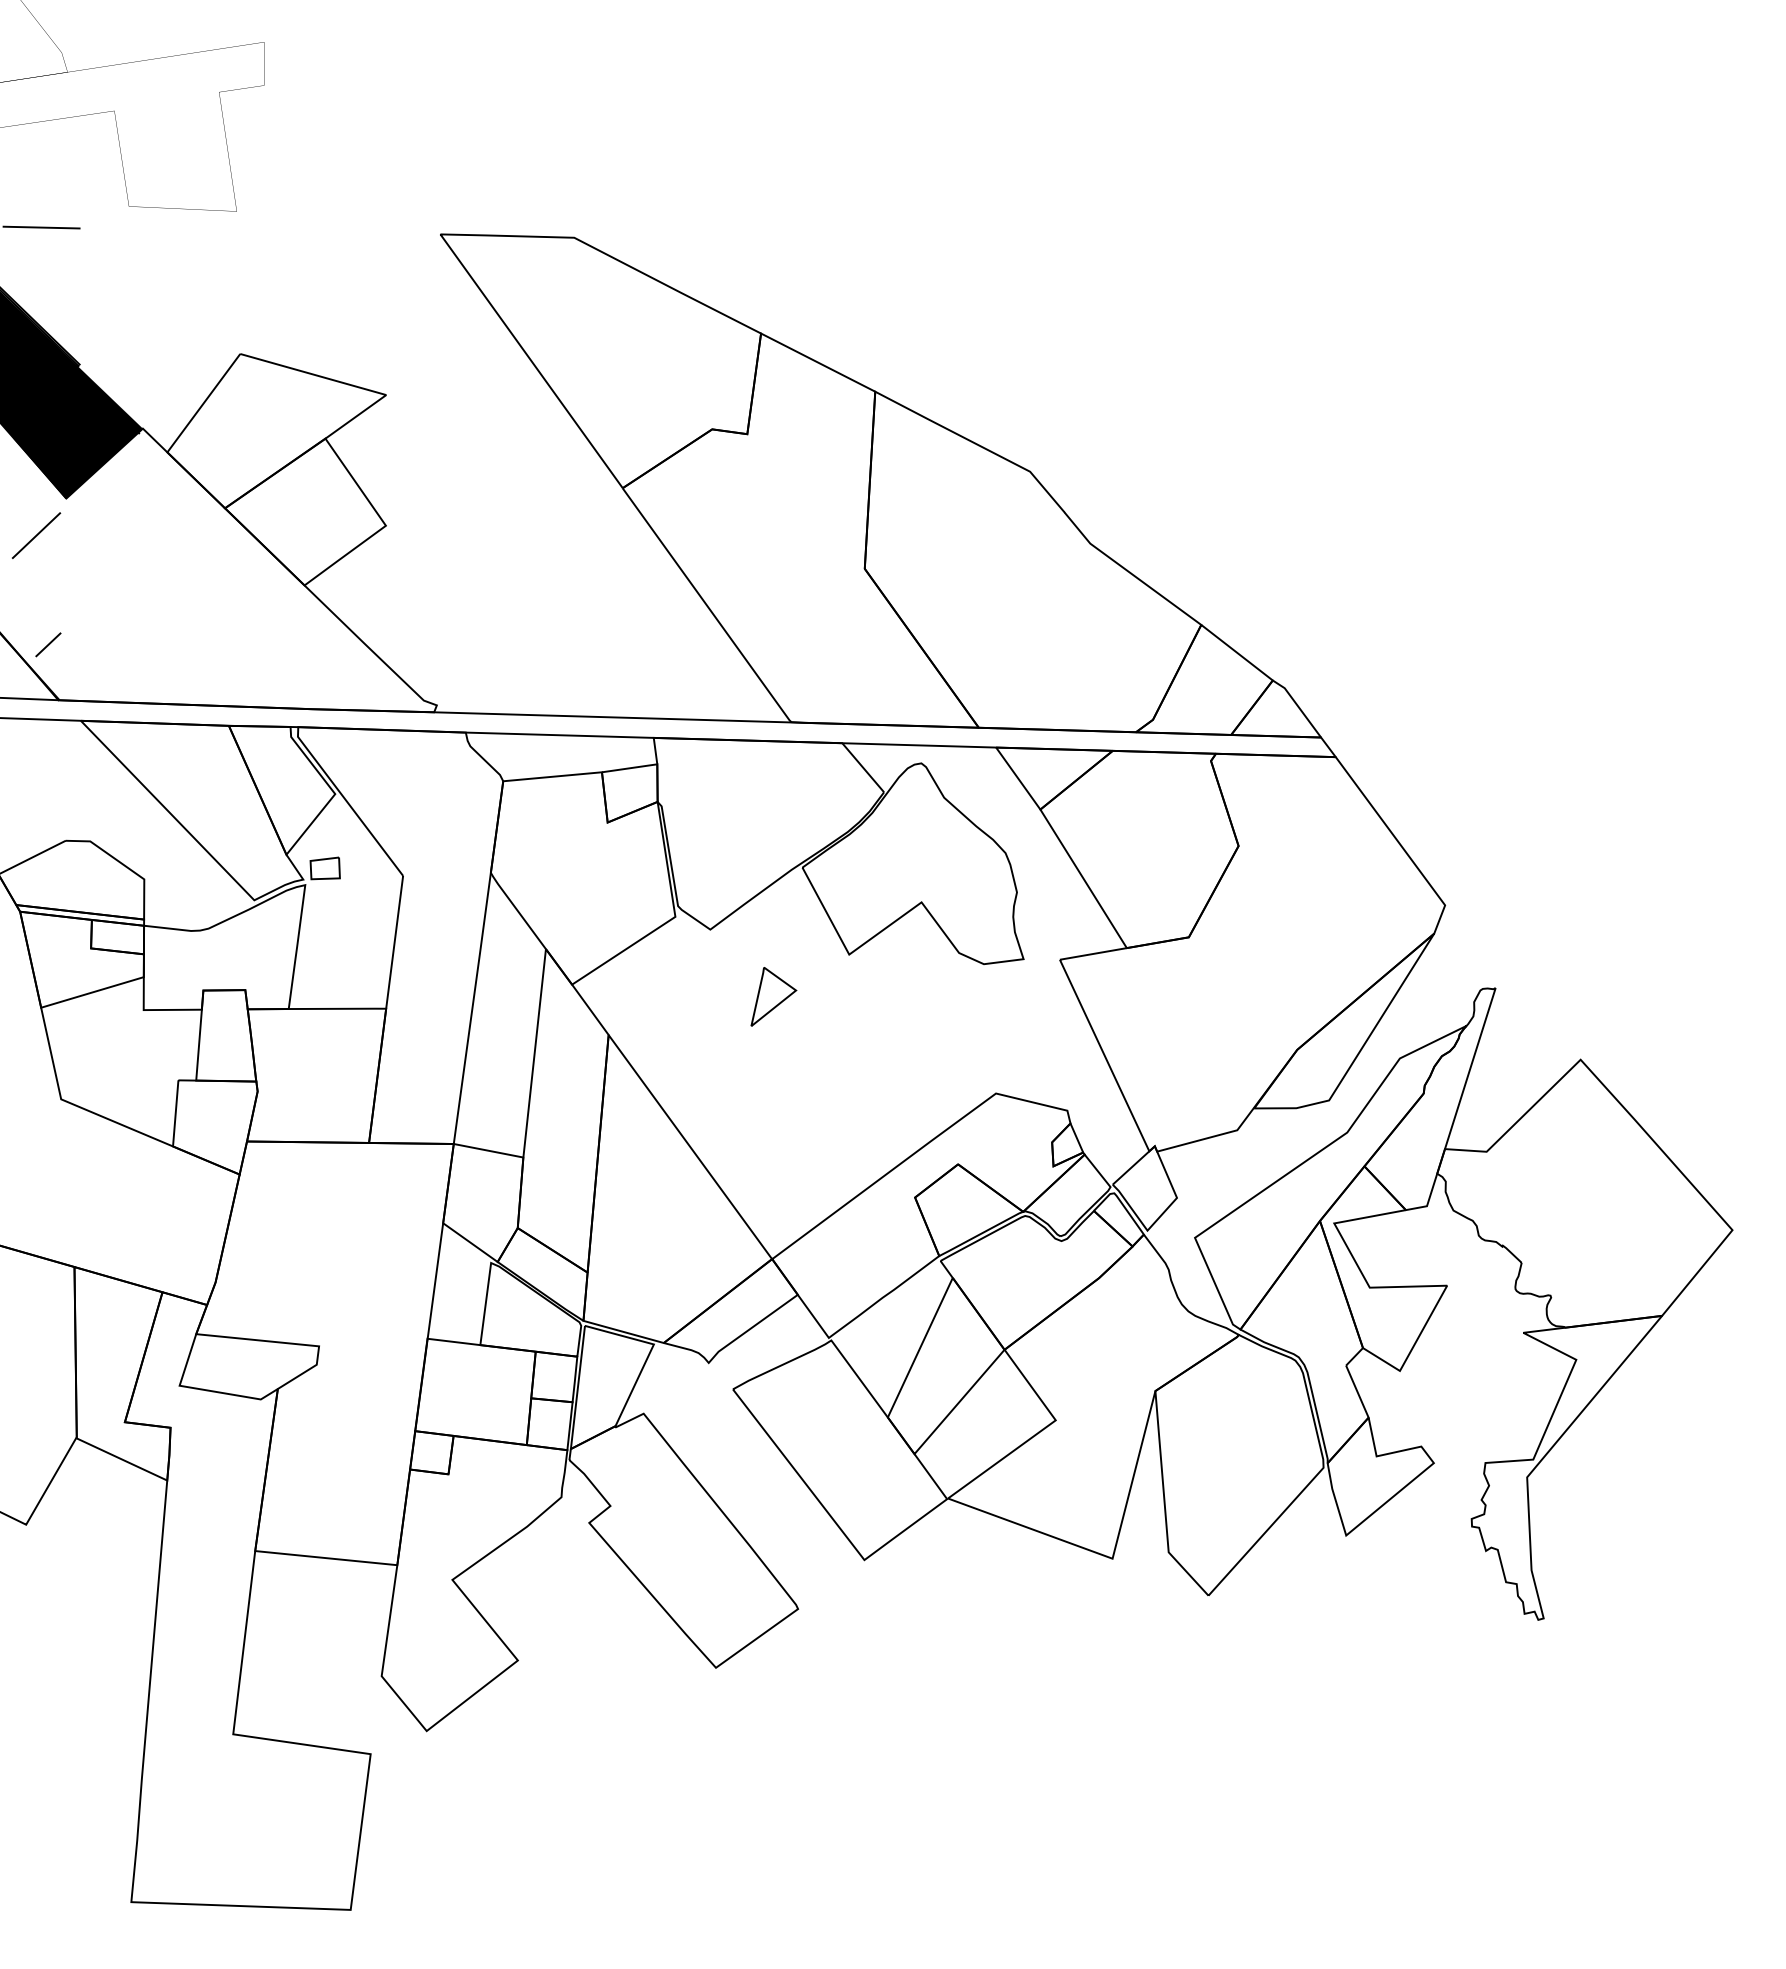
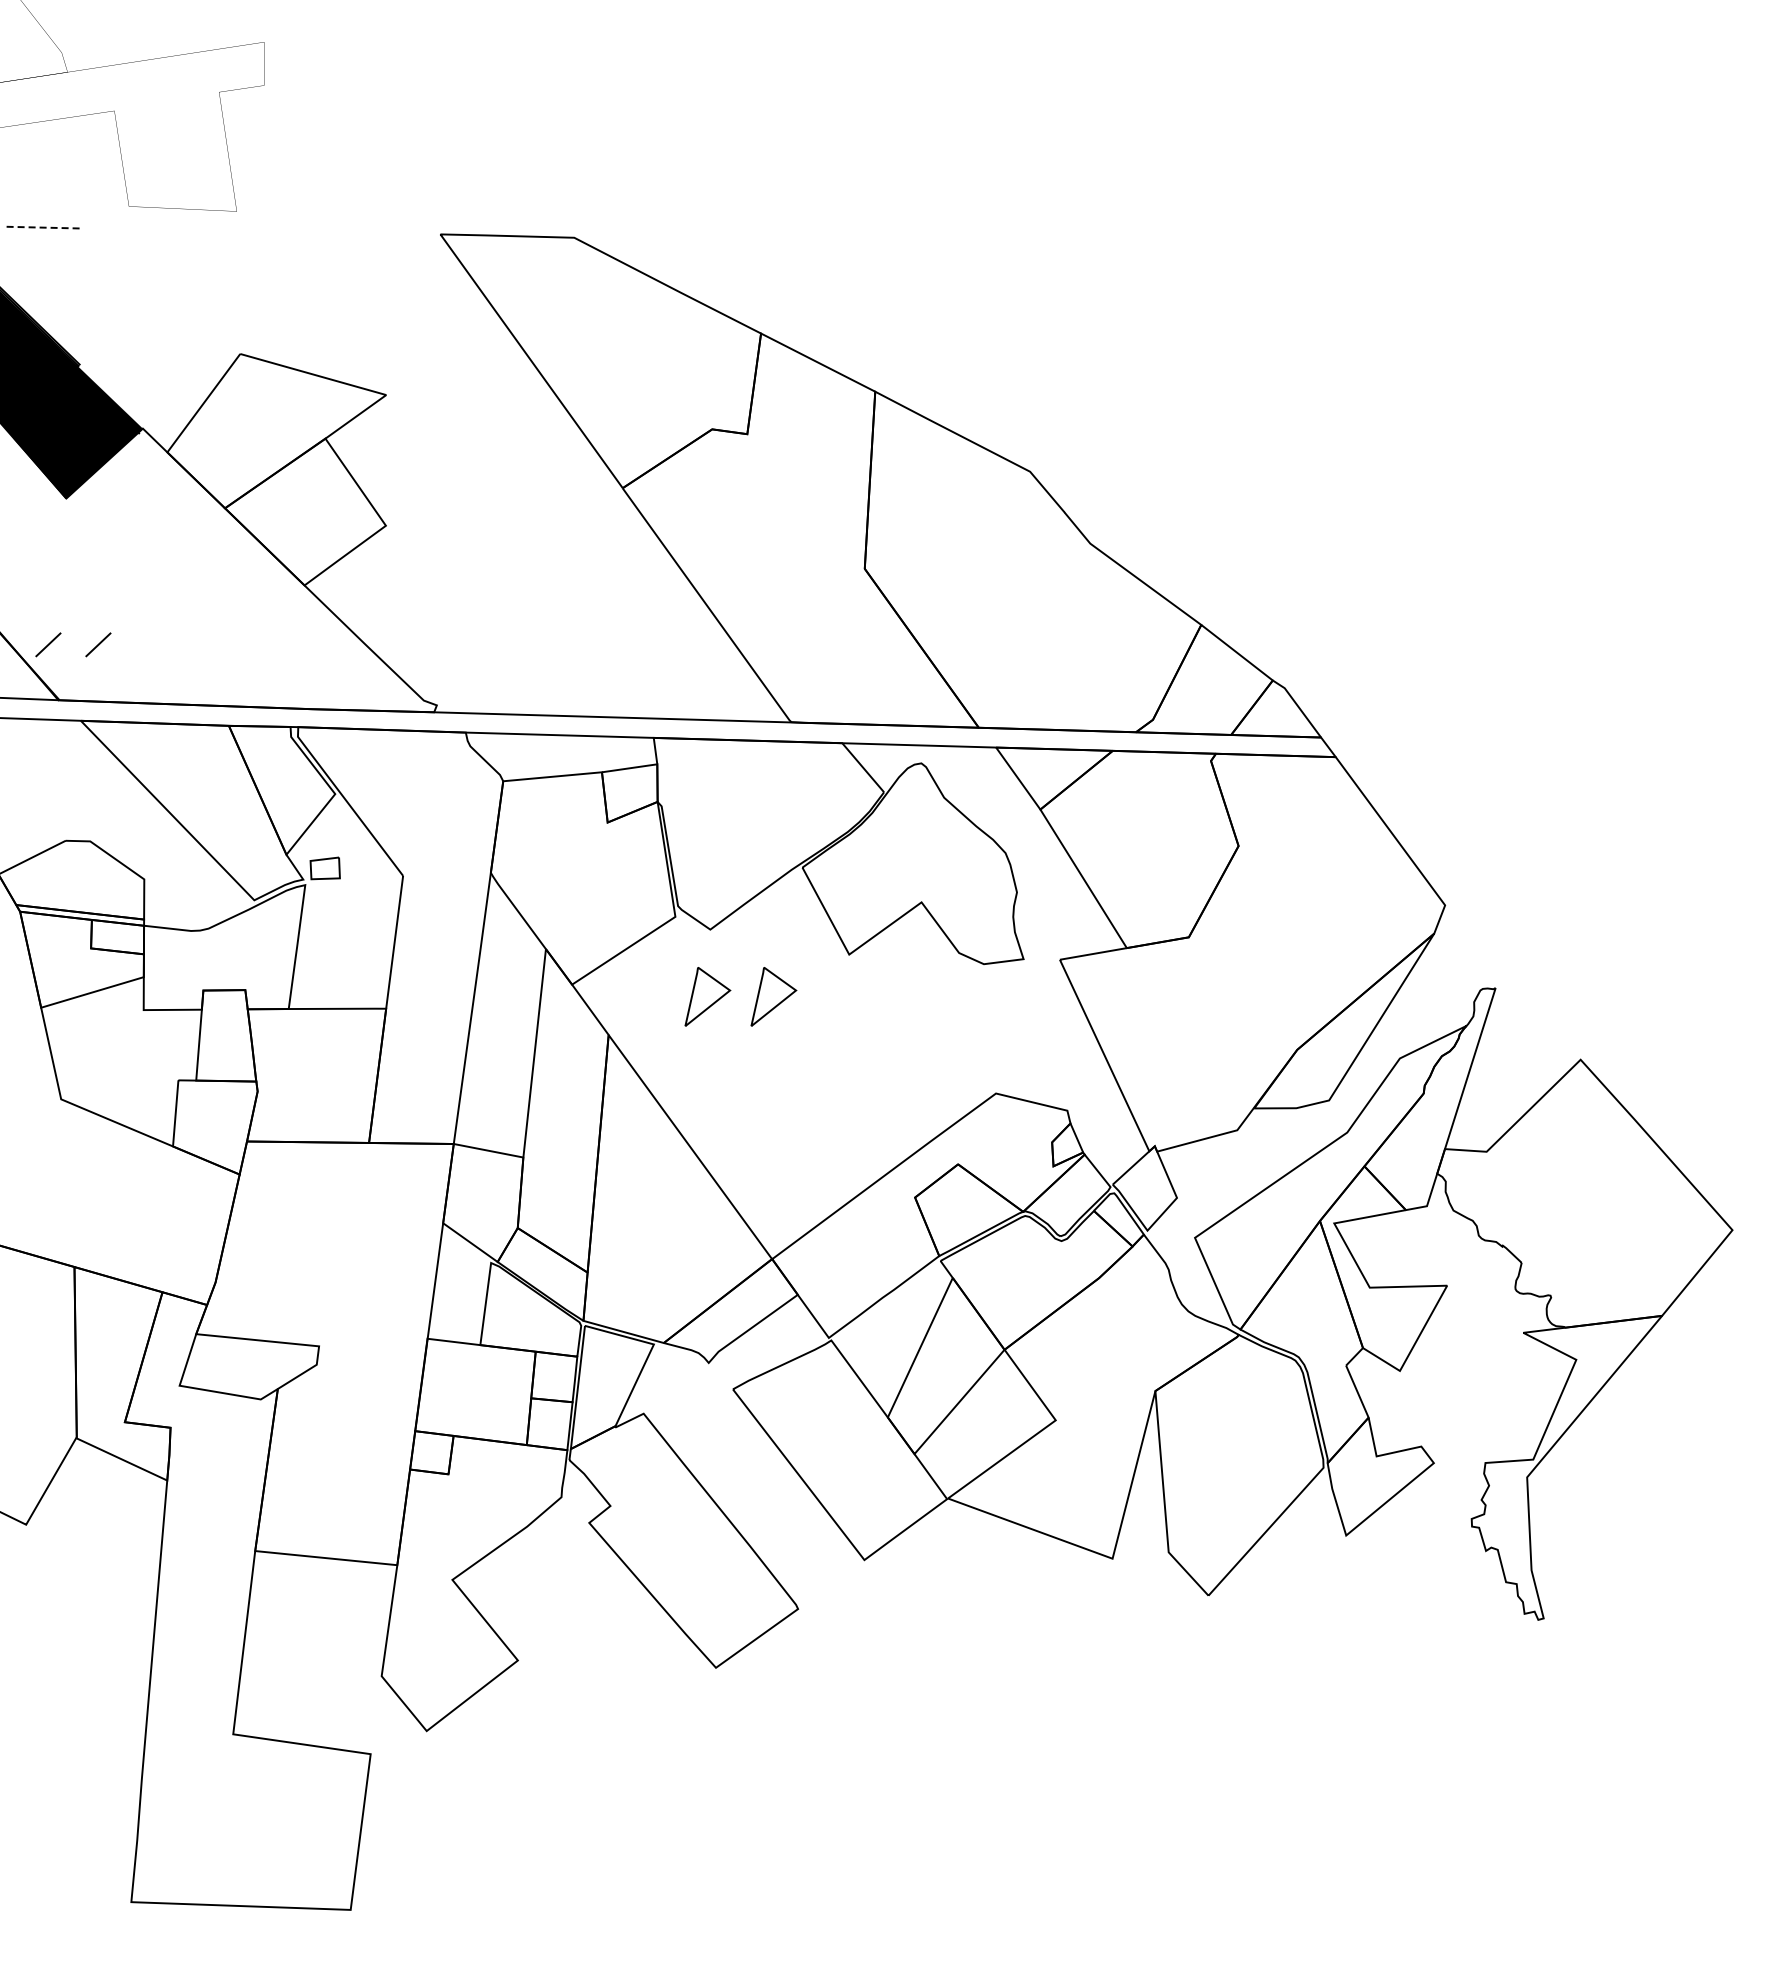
line at (41, 227): solid -> dashed
line at (36, 535): present -> none
line at (98, 644): none -> present
part at (707, 996): none -> present
